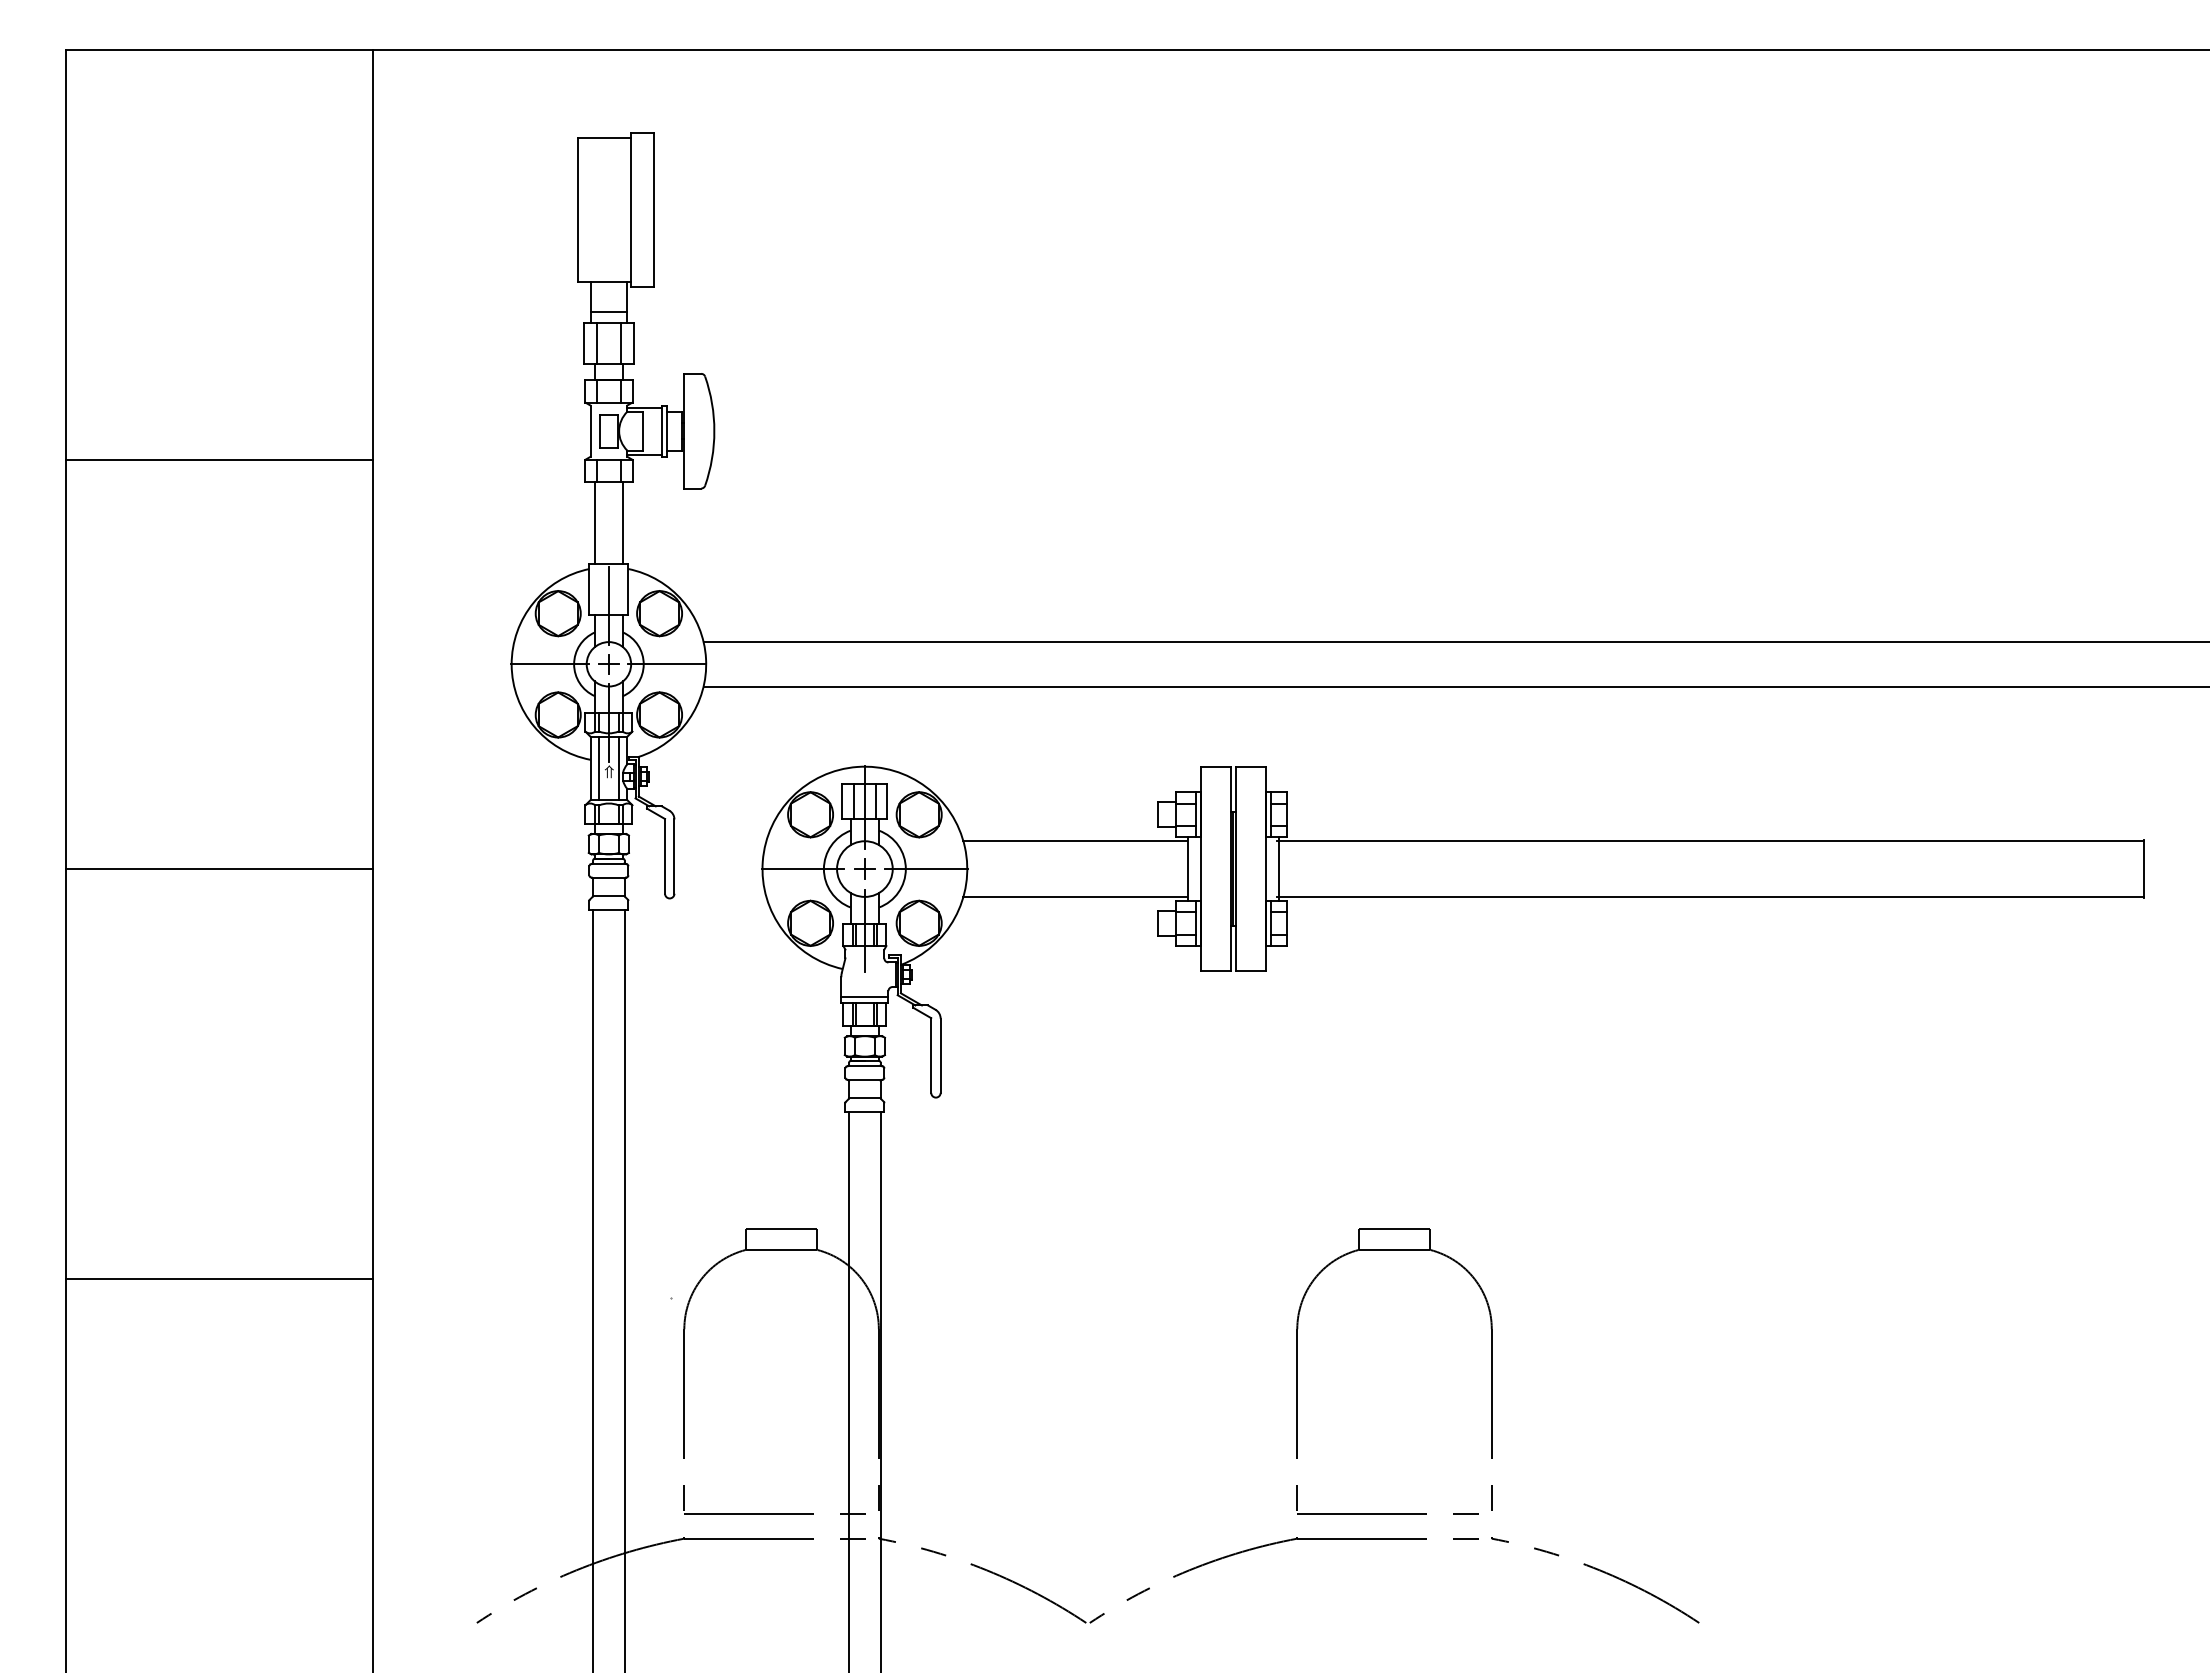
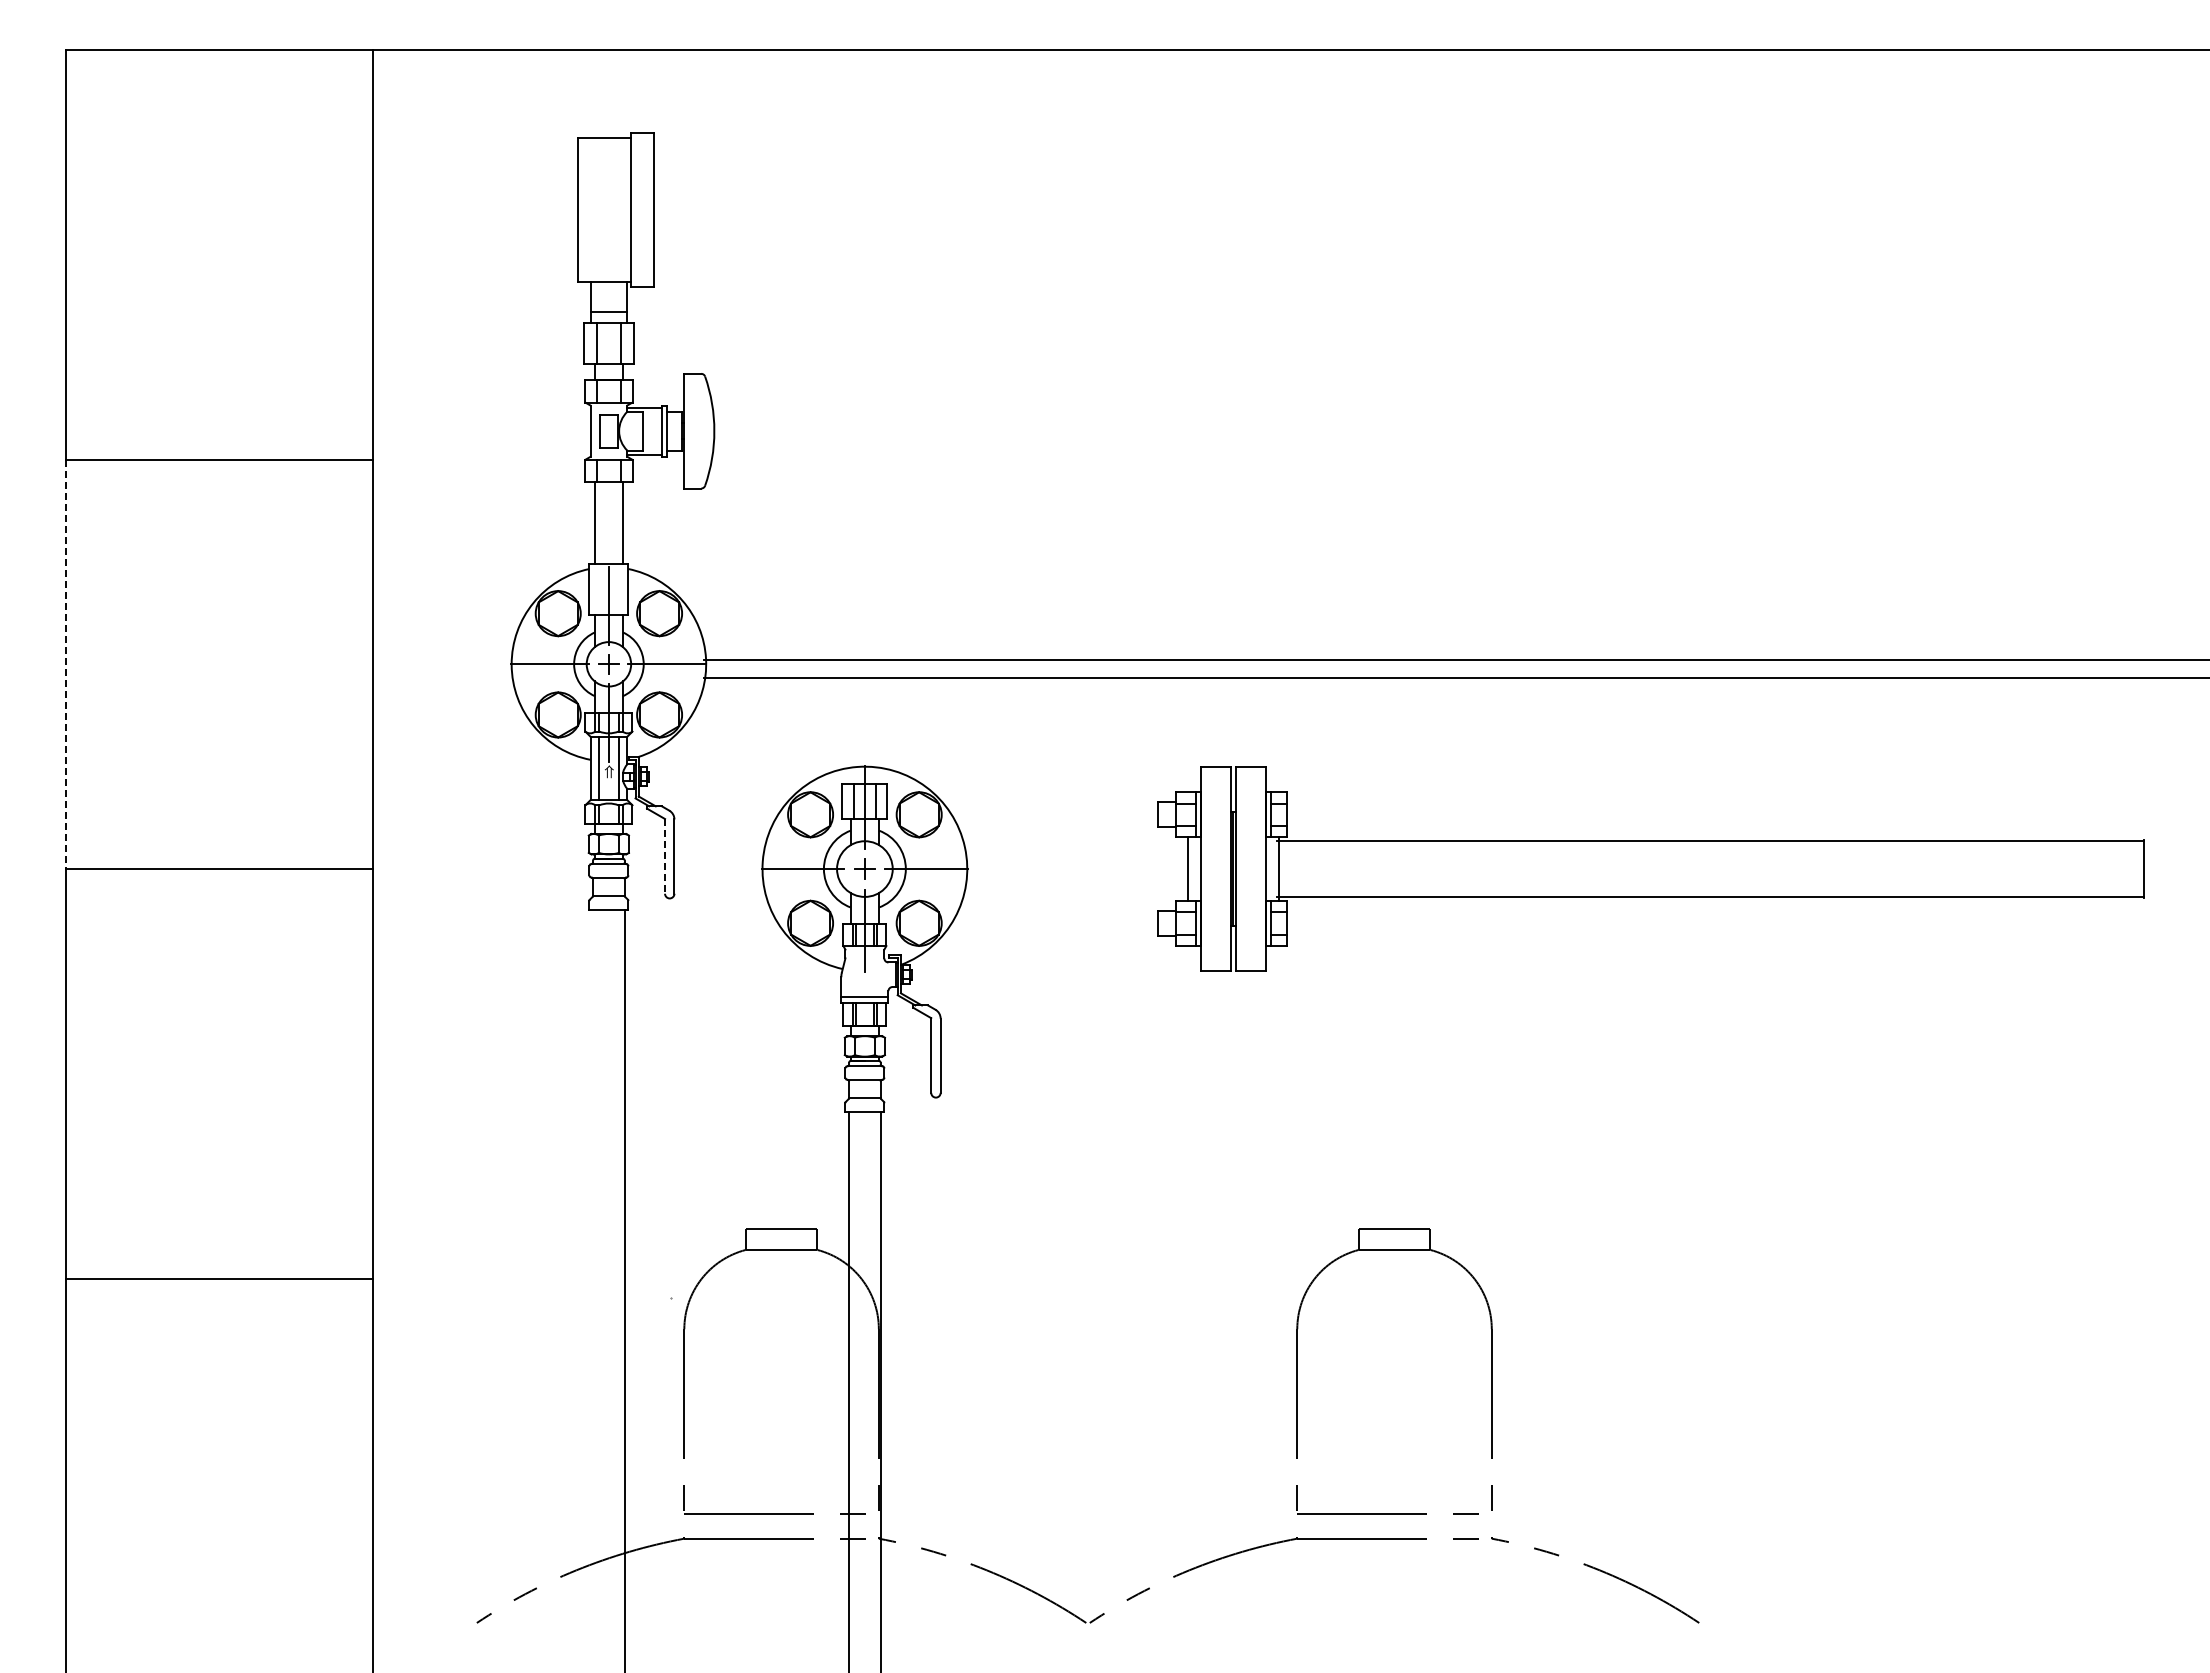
line at (1454, 642) position: (1454, 642) -> (1454, 678)
line at (66, 664): solid -> dashed
line at (1454, 686) position: (1454, 686) -> (1454, 659)
line at (1075, 841): present -> none
line at (665, 856): solid -> dashed
line at (1075, 896): present -> none
line at (593, 1289): present -> none
